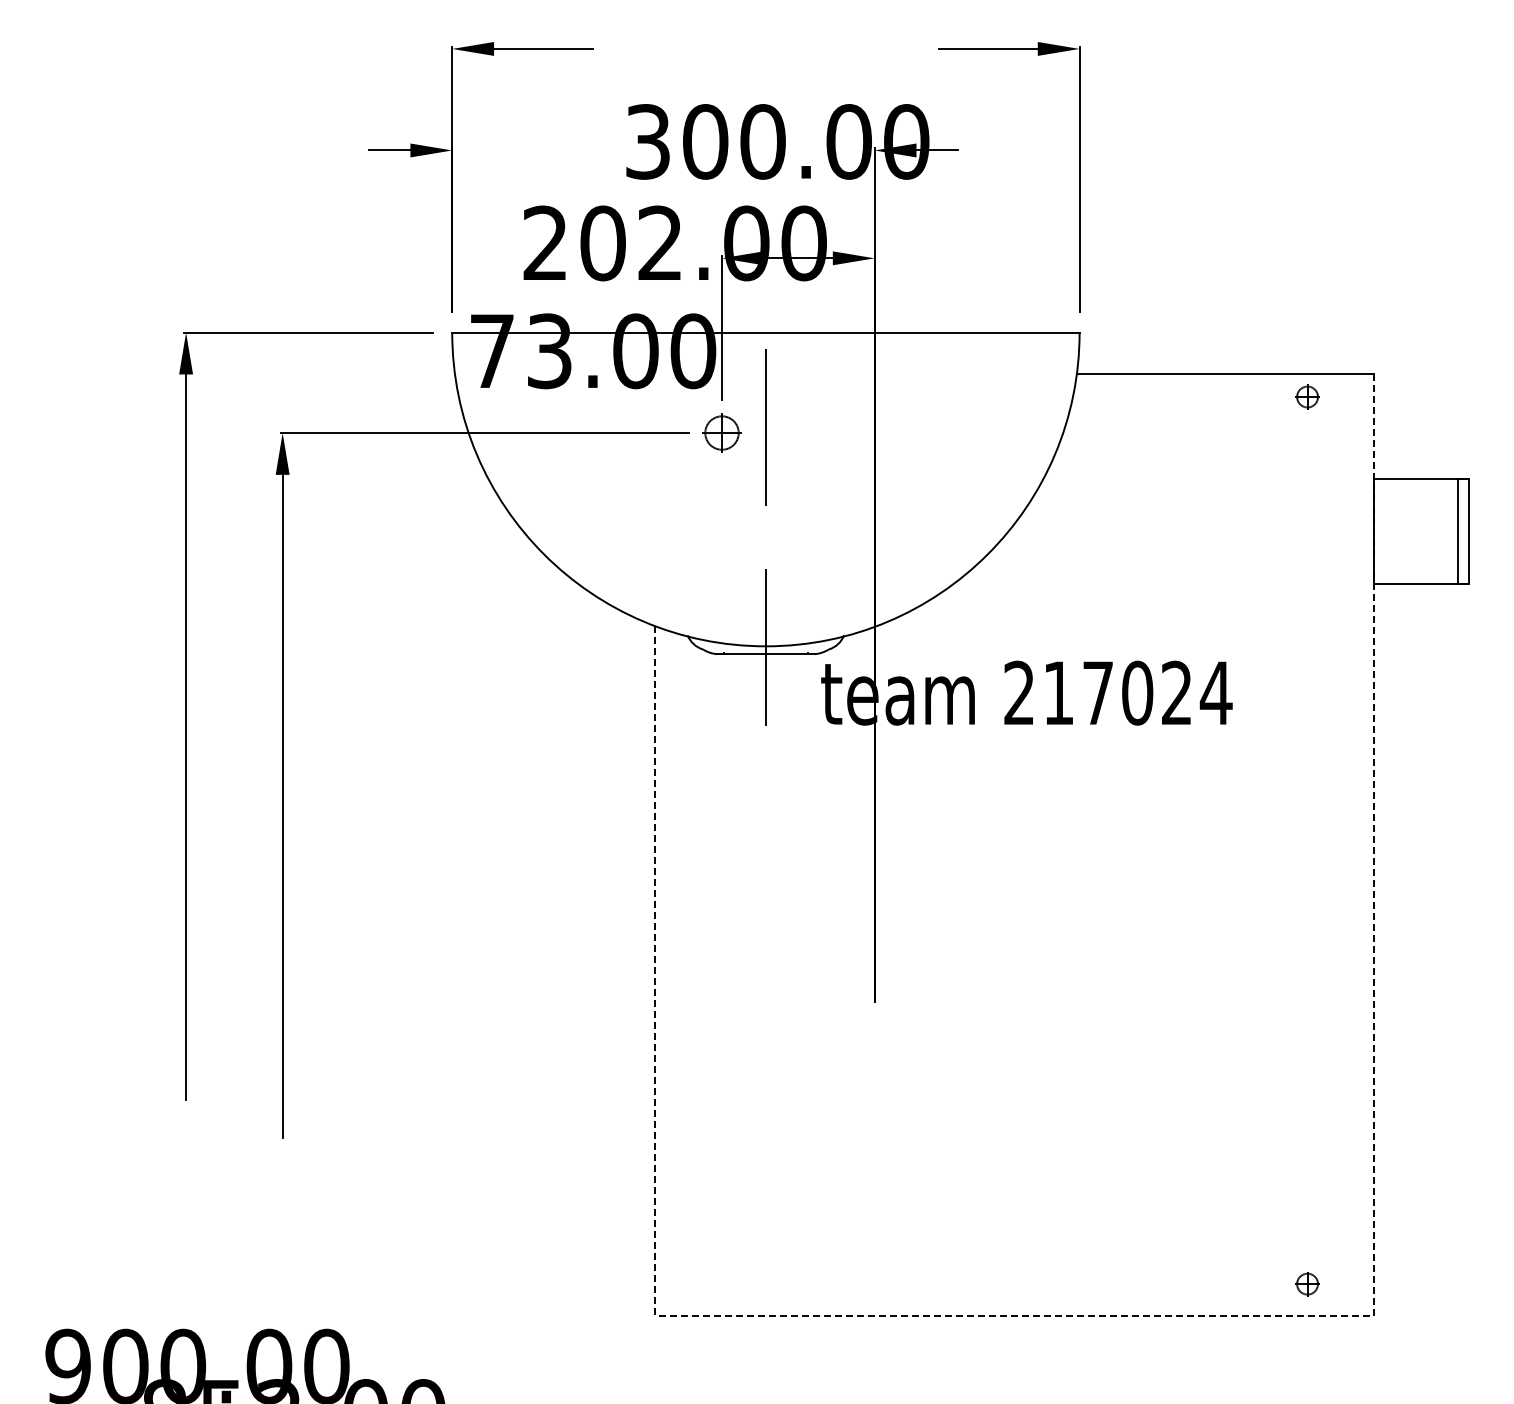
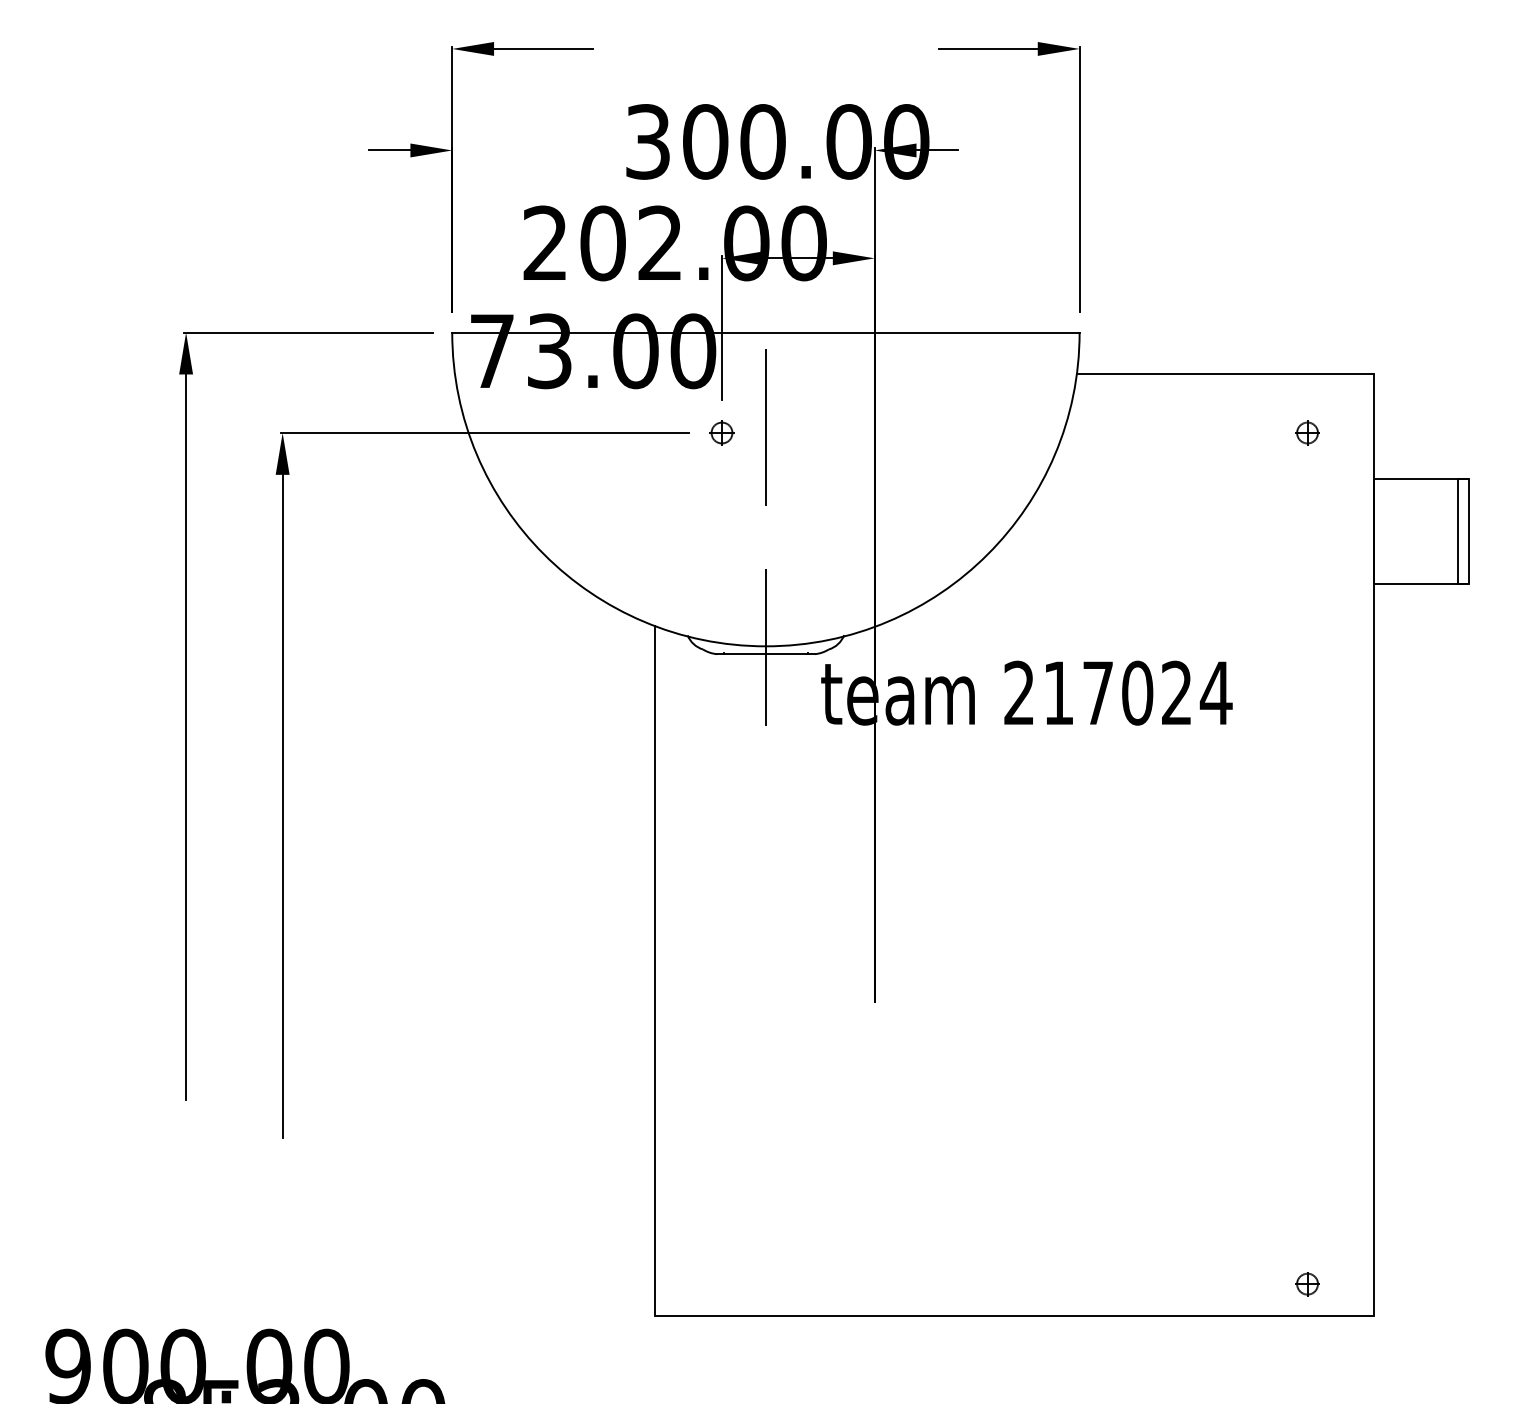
part at (1307, 396) position: (1307, 396) -> (1307, 432)
part at (721, 432) size: 40x40 px -> 26x26 px
line at (1139, 1315): dashed -> solid
